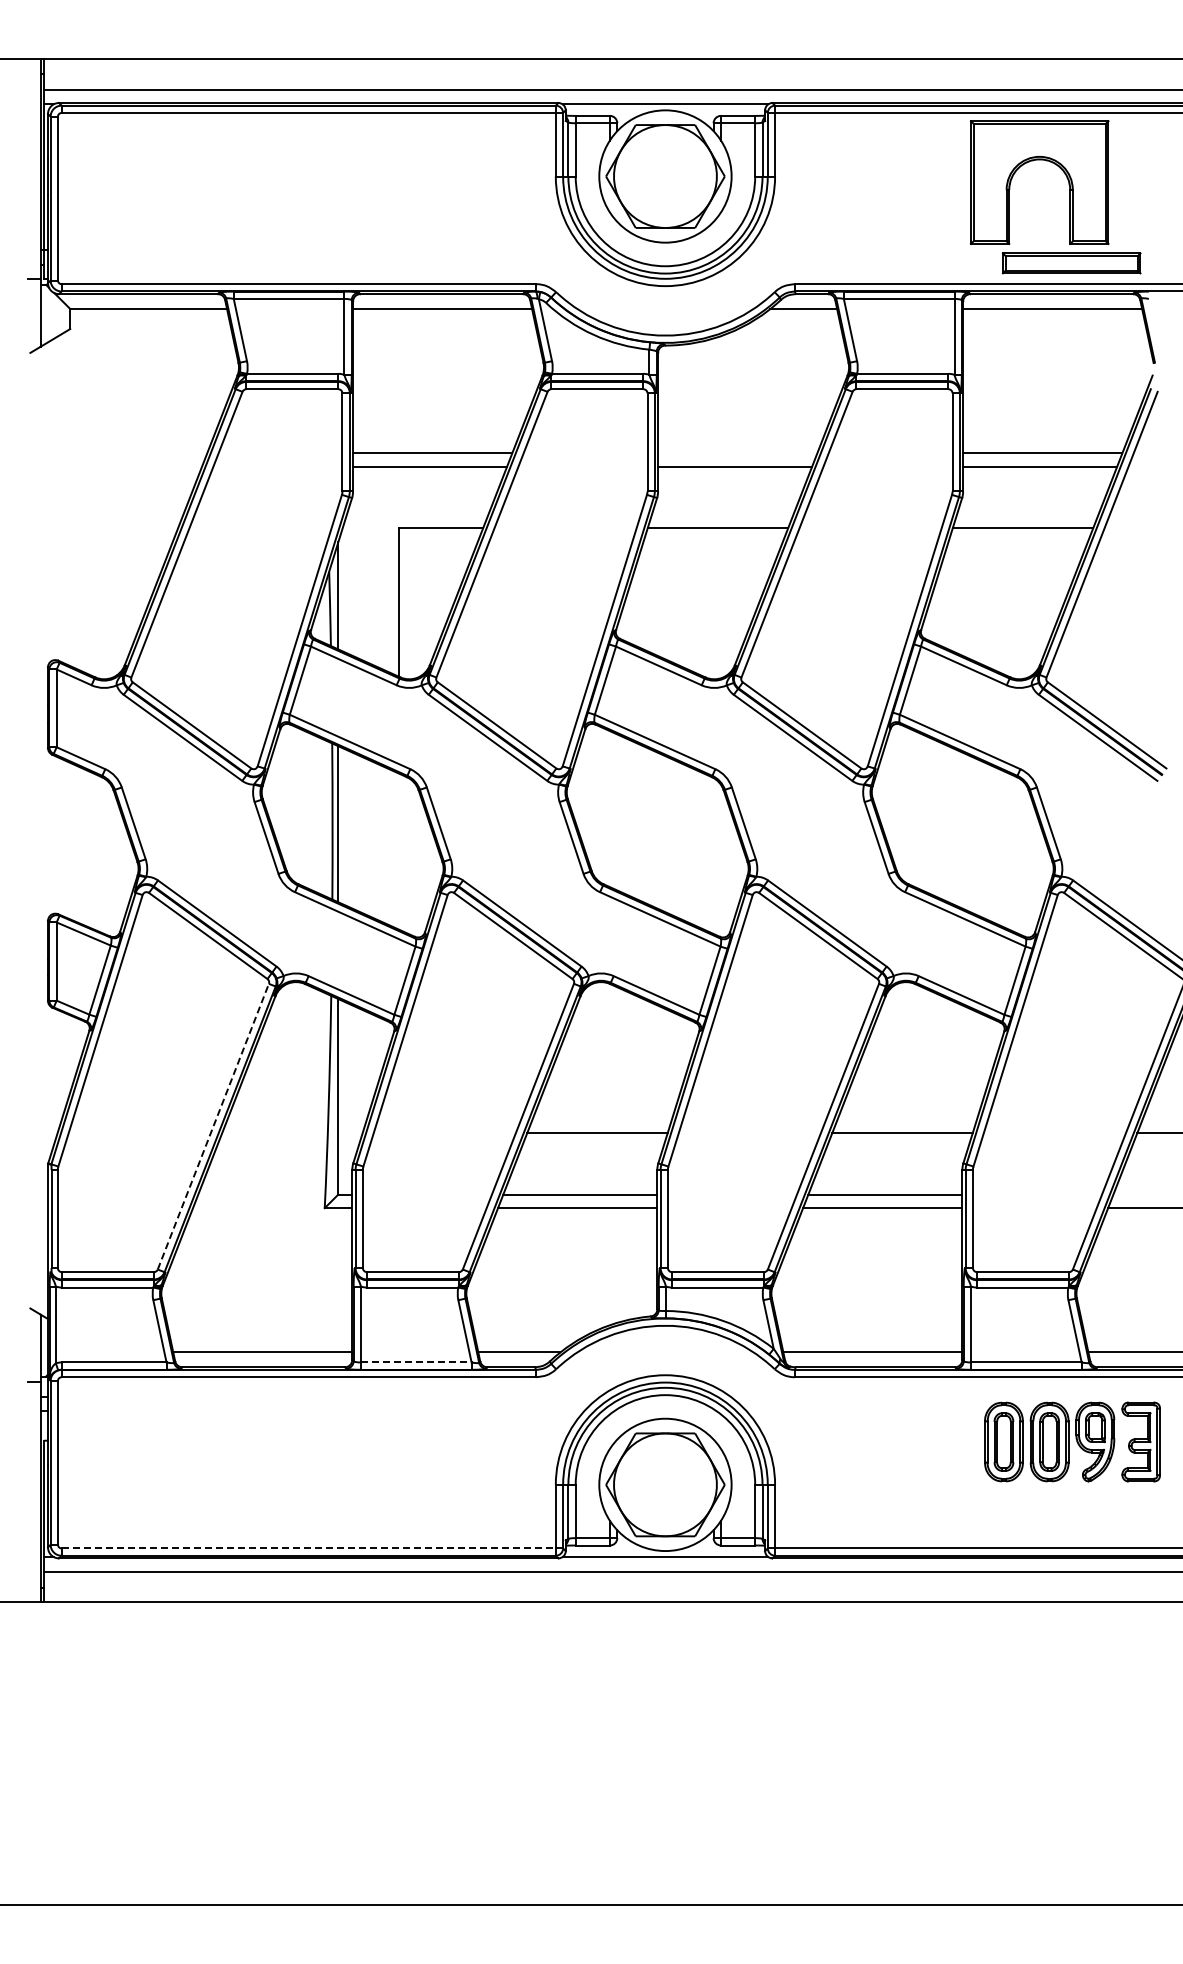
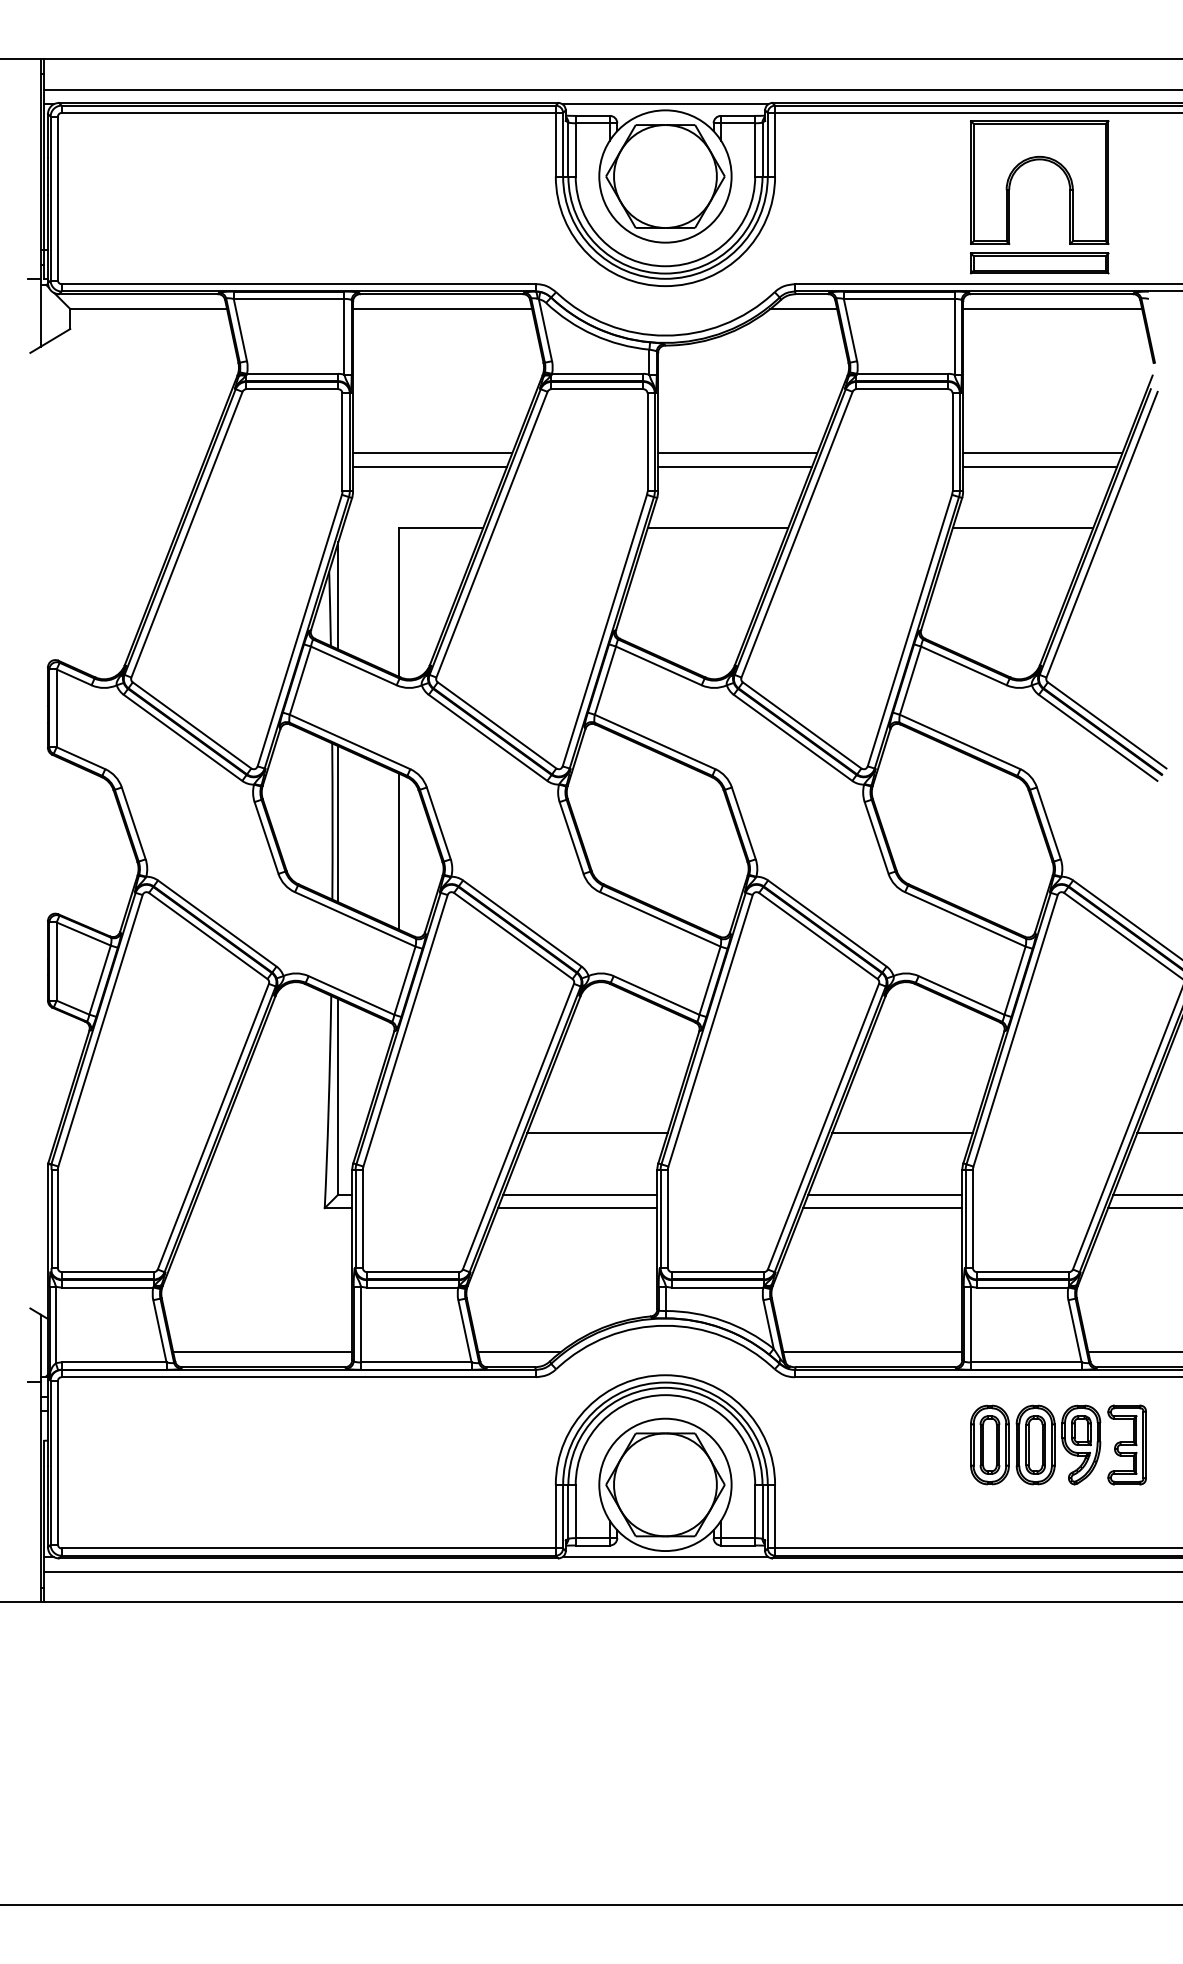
part at (1071, 263) position: (1071, 263) -> (1039, 263)
line at (737, 453): none -> present
line at (399, 851): none -> present
line at (213, 1126): dashed -> solid
line at (1146, 1194): none -> present
line at (416, 1362): dashed -> solid
part at (1072, 1441) position: (1072, 1441) -> (1058, 1444)
line at (309, 1548): dashed -> solid
